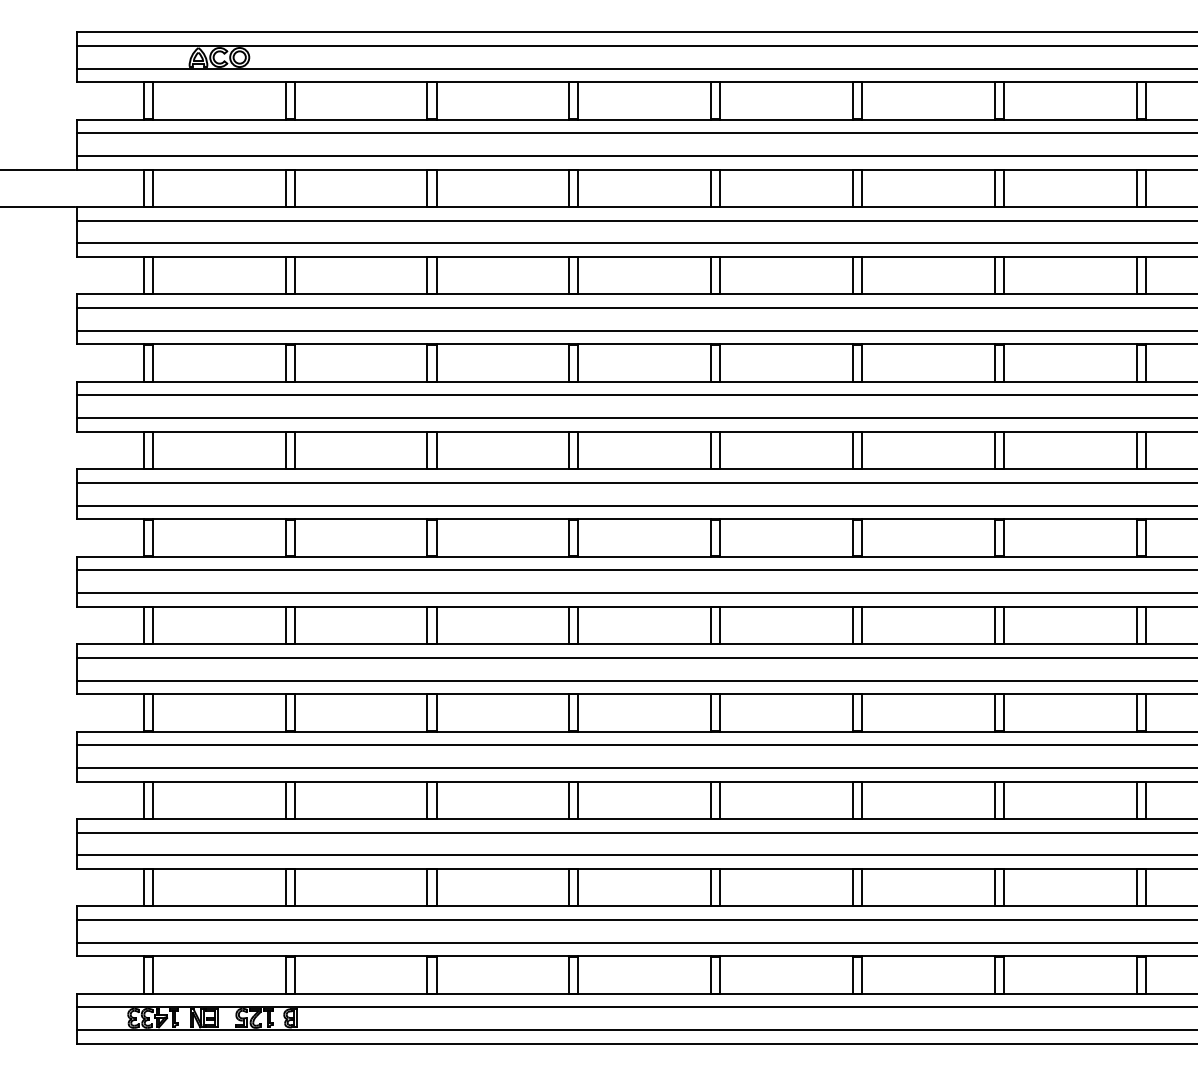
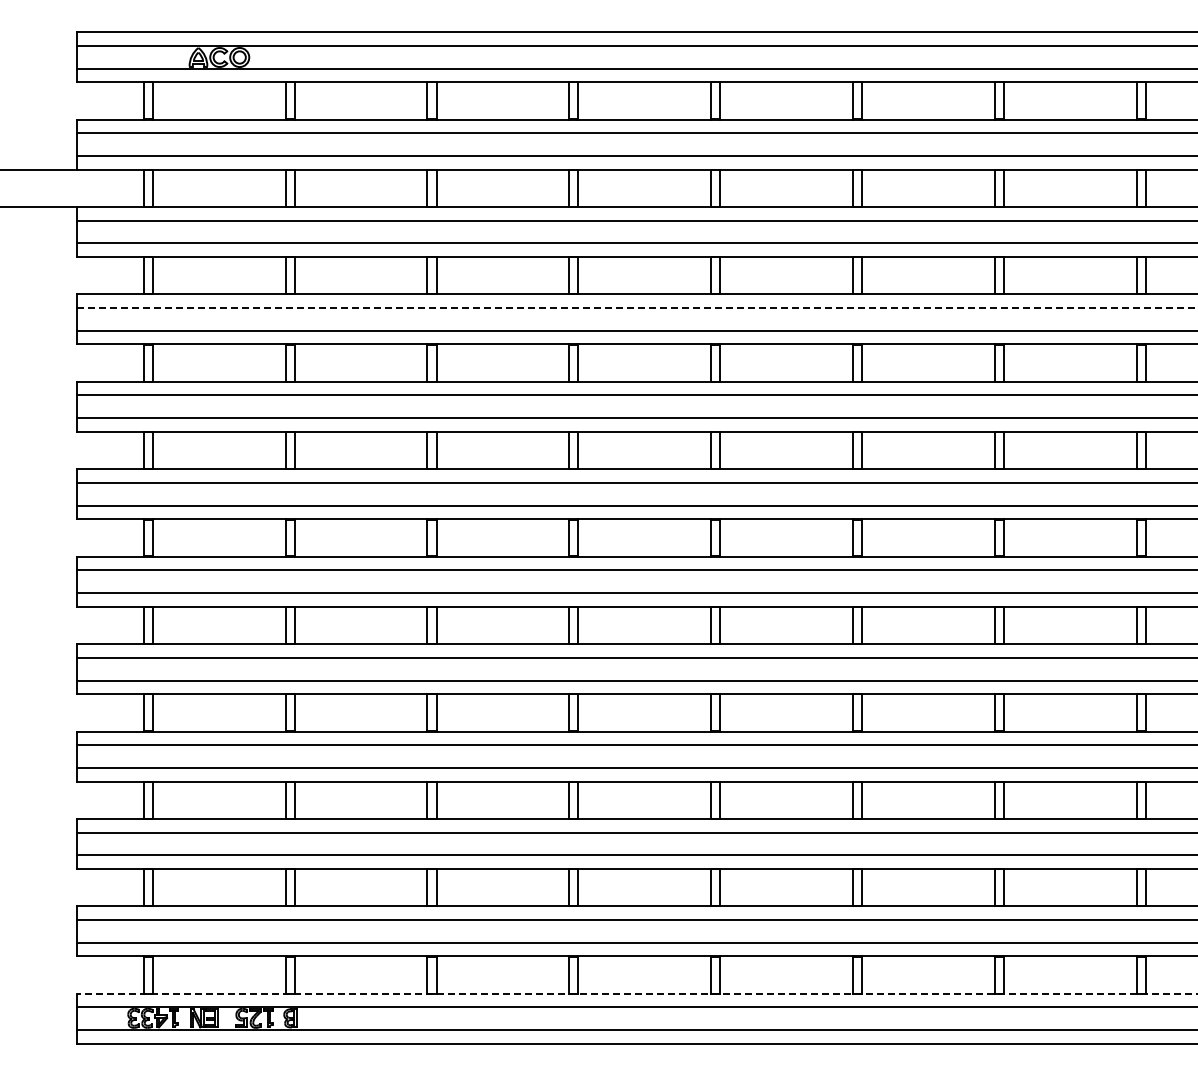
line at (637, 308): solid -> dashed
line at (637, 993): solid -> dashed
